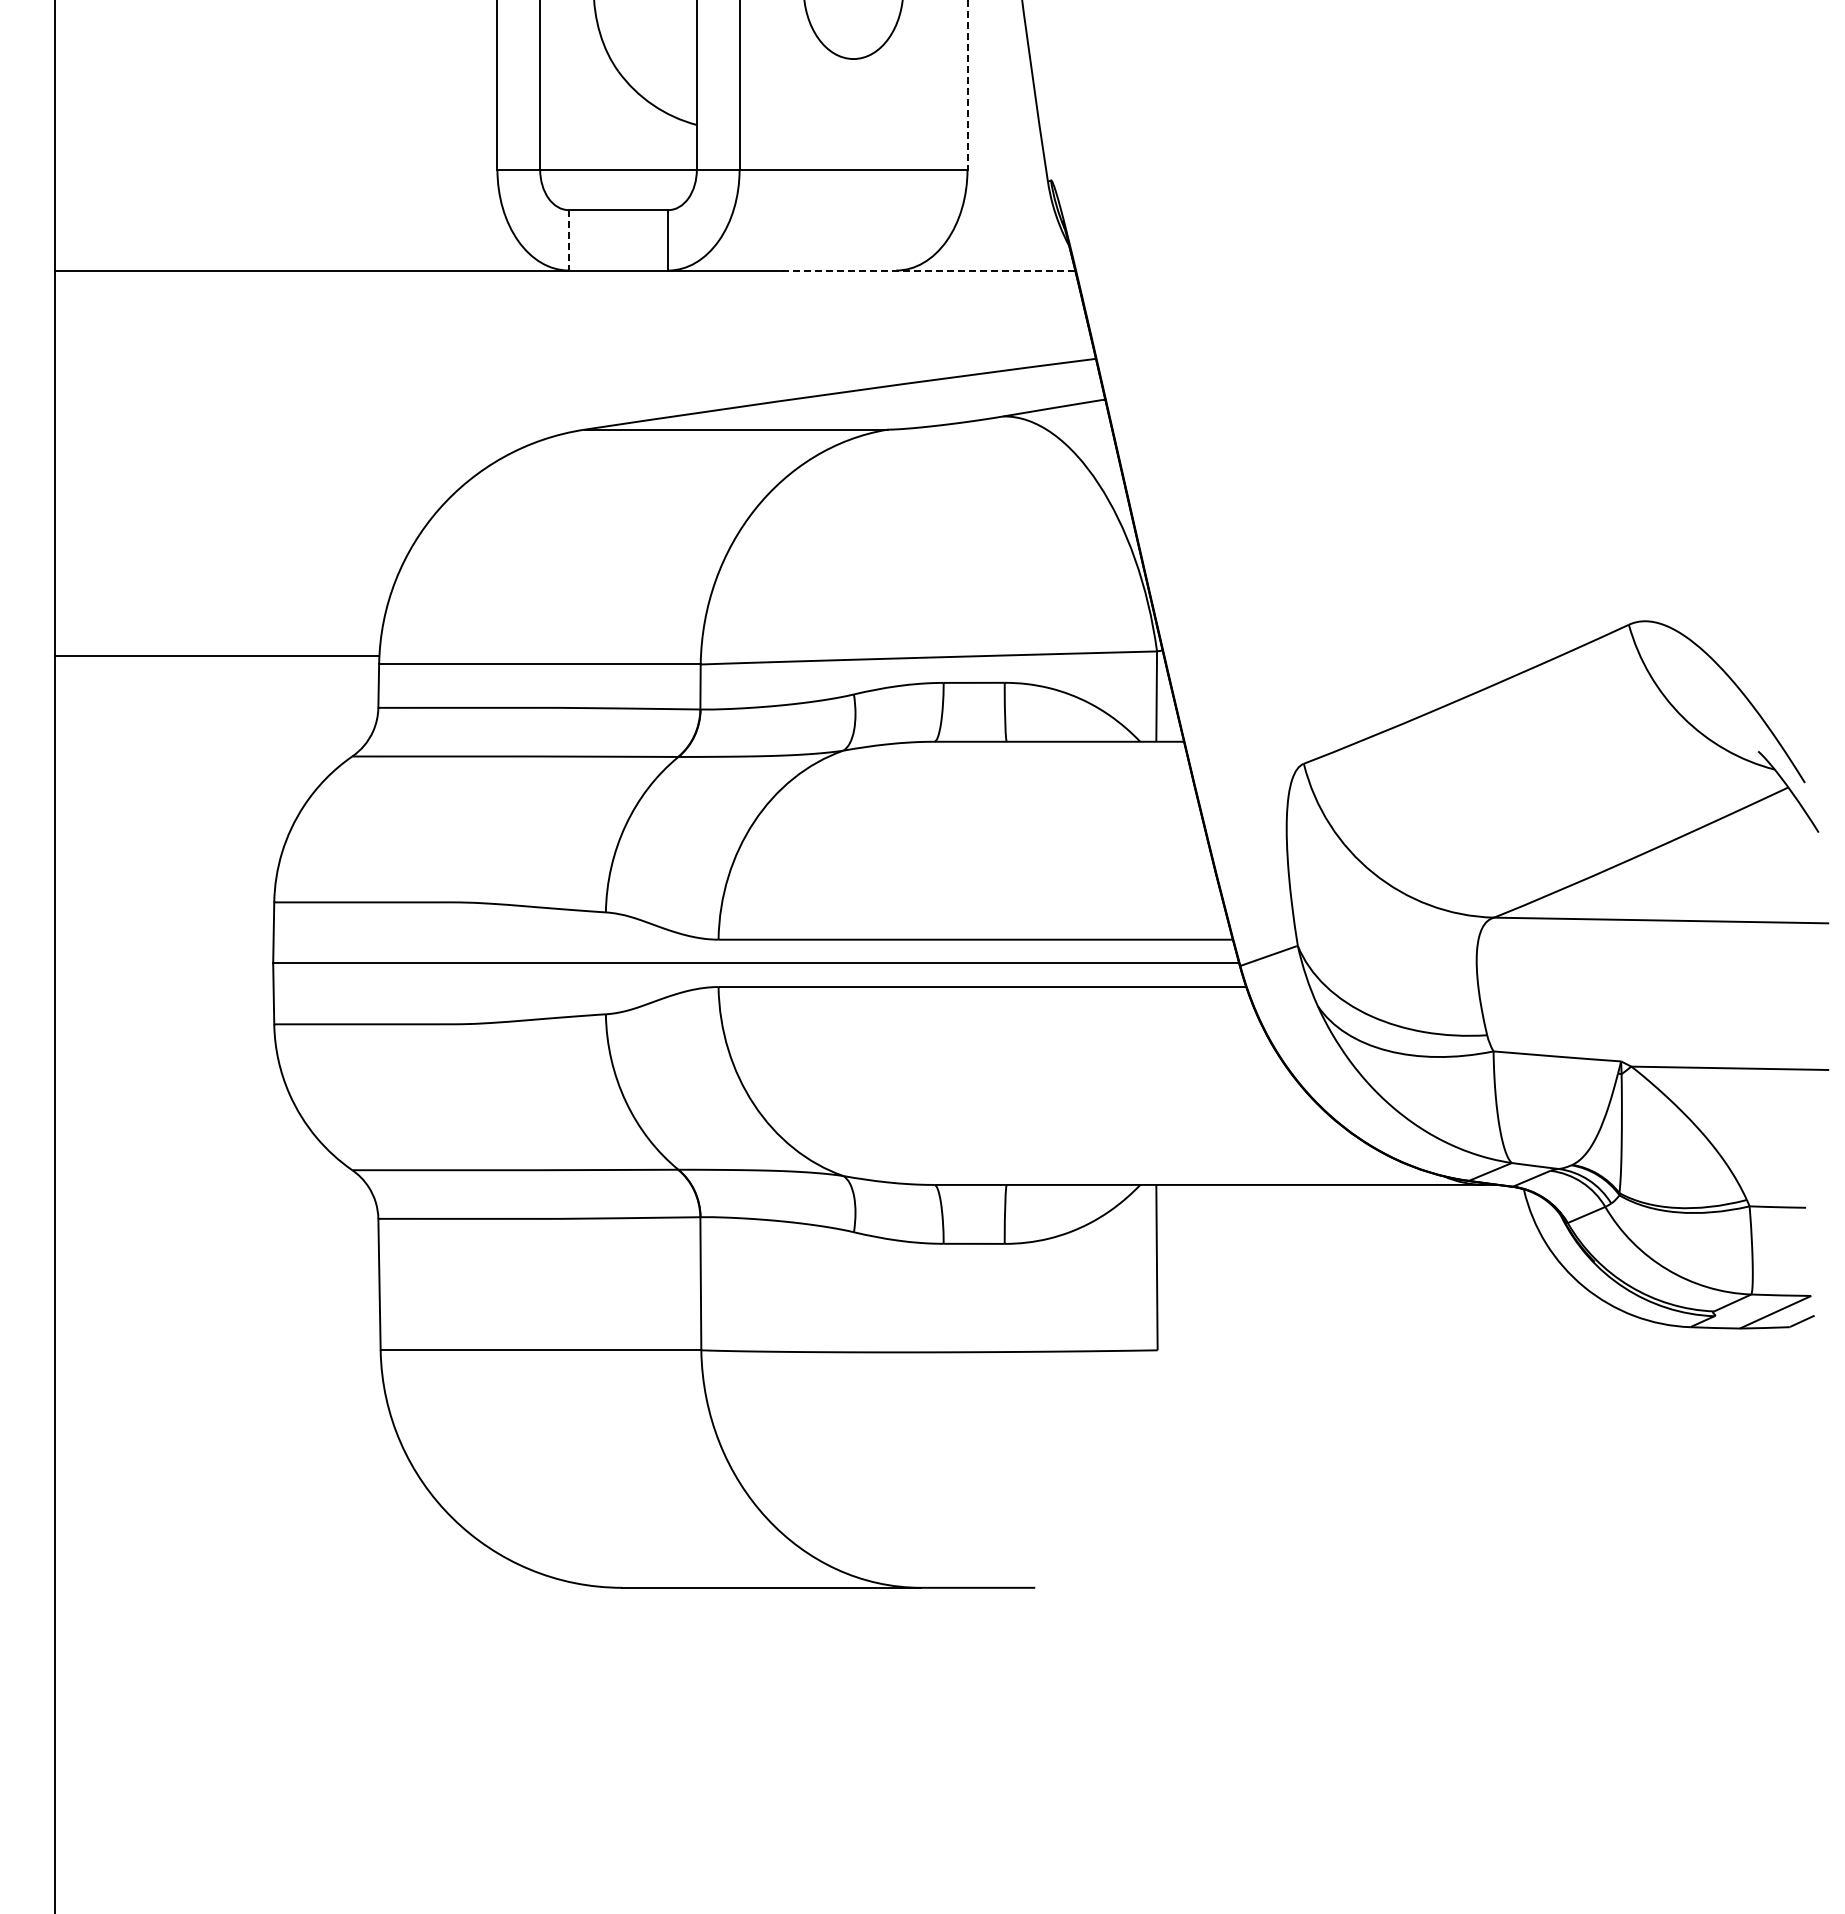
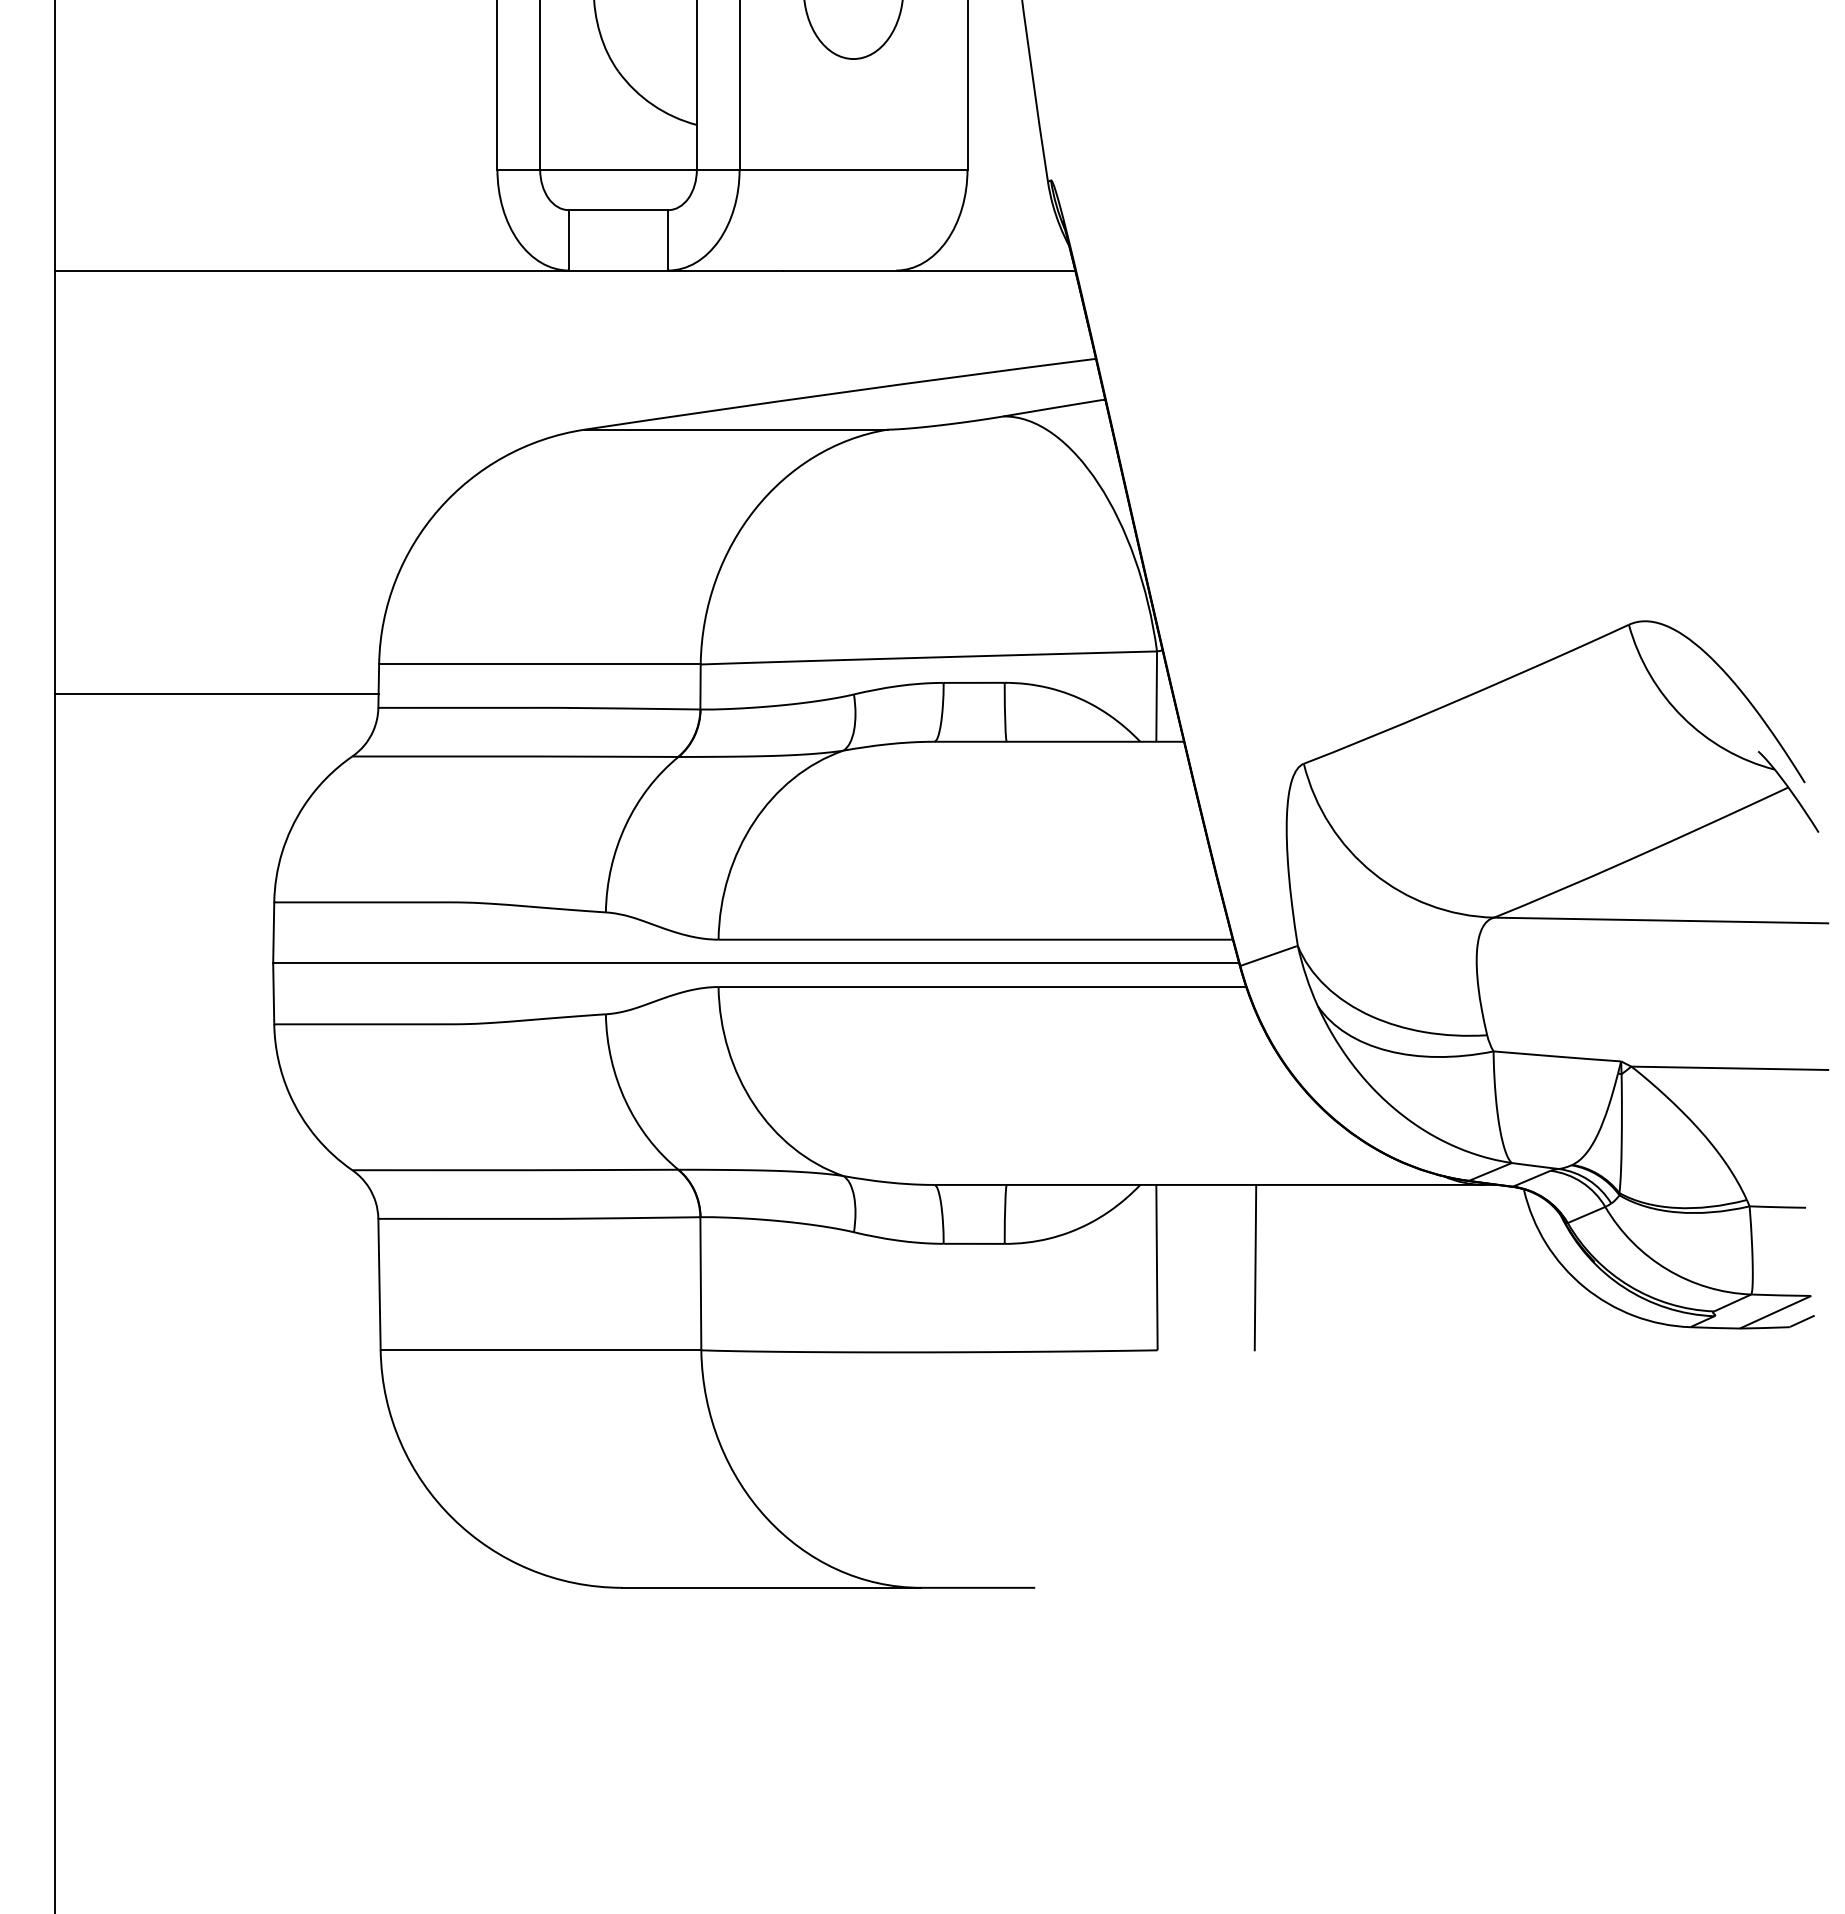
line at (967, 85): dashed -> solid
line at (568, 240): dashed -> solid
line at (928, 270): dashed -> solid
line at (216, 656) position: (216, 656) -> (216, 694)
line at (1255, 1267): none -> present
